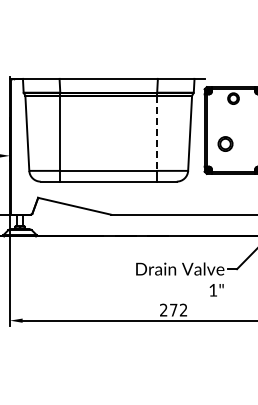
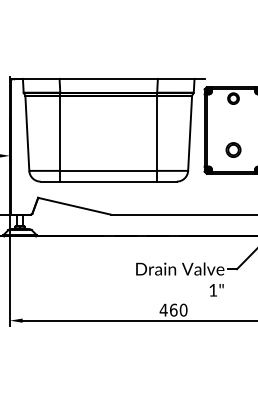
line at (157, 133): dashed -> solid
circle at (225, 143) position: (225, 143) -> (233, 149)
text at (173, 309): 272 -> 460
